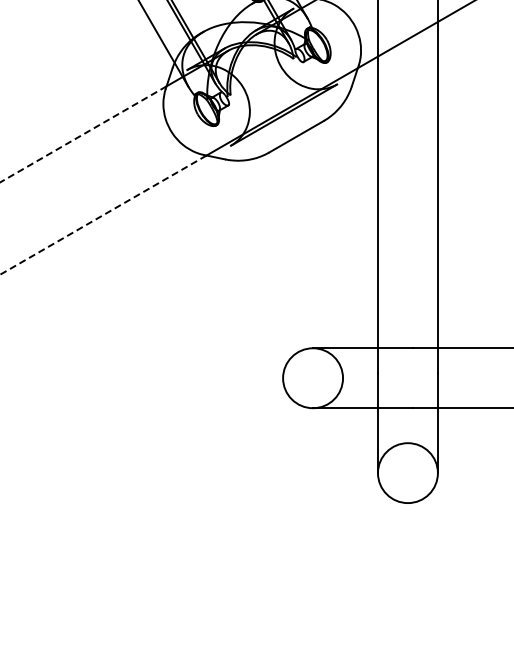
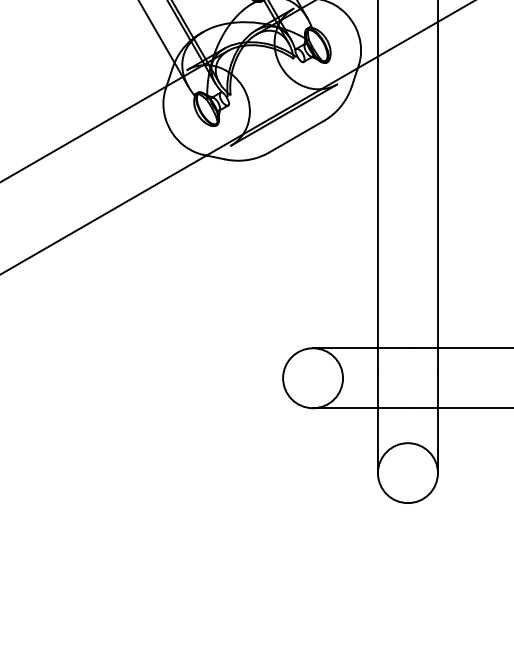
line at (83, 134): dashed -> solid
line at (103, 214): dashed -> solid
